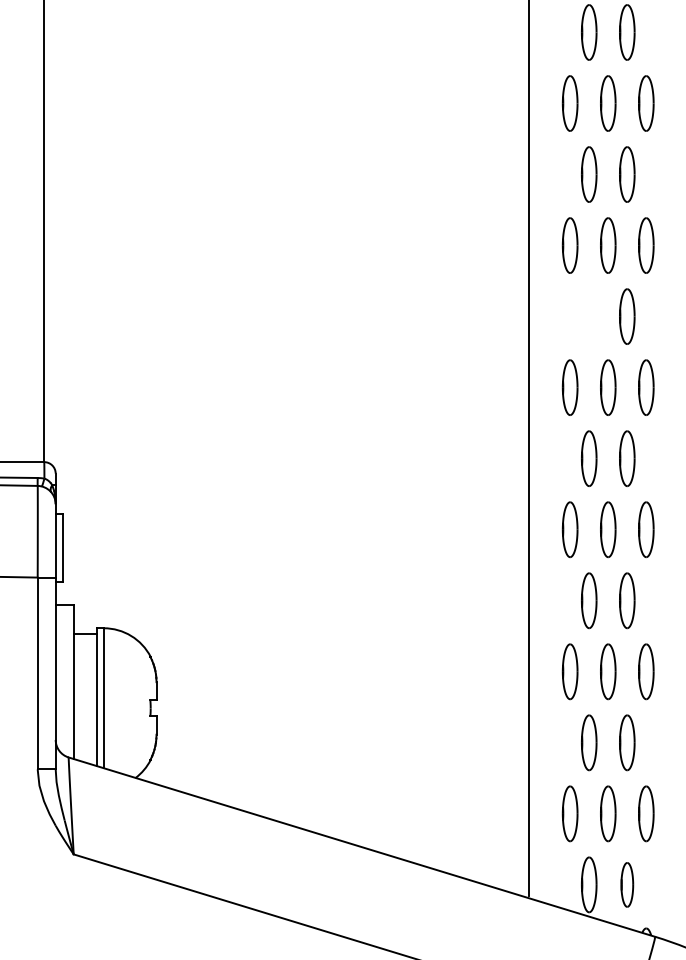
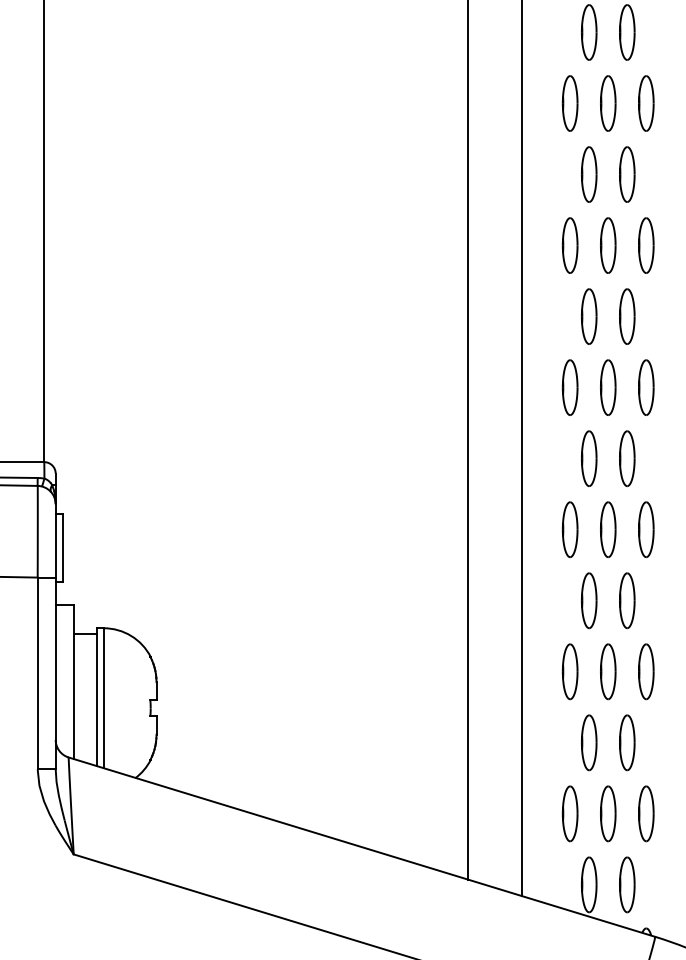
part at (589, 316): none -> present
line at (468, 440): none -> present
line at (528, 449) position: (528, 449) -> (521, 449)
part at (627, 884) size: 15x46 px -> 17x58 px
